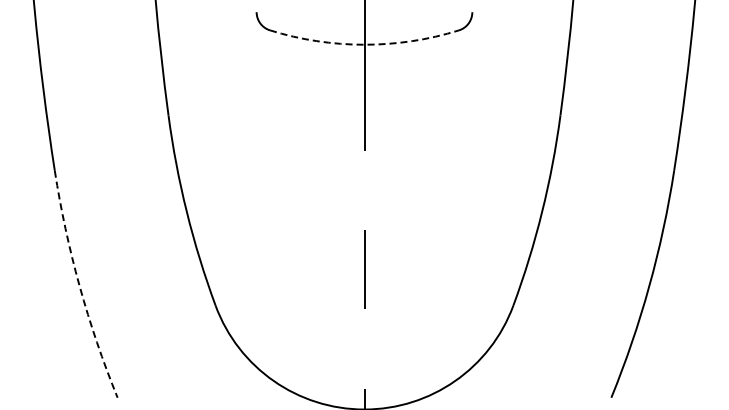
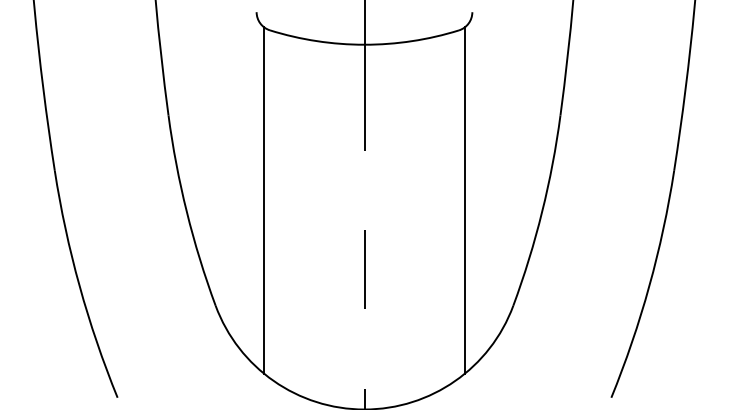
arc at (364, 44): dashed -> solid
line at (264, 200): none -> present
line at (464, 200): none -> present
arc at (79, 286): dashed -> solid
